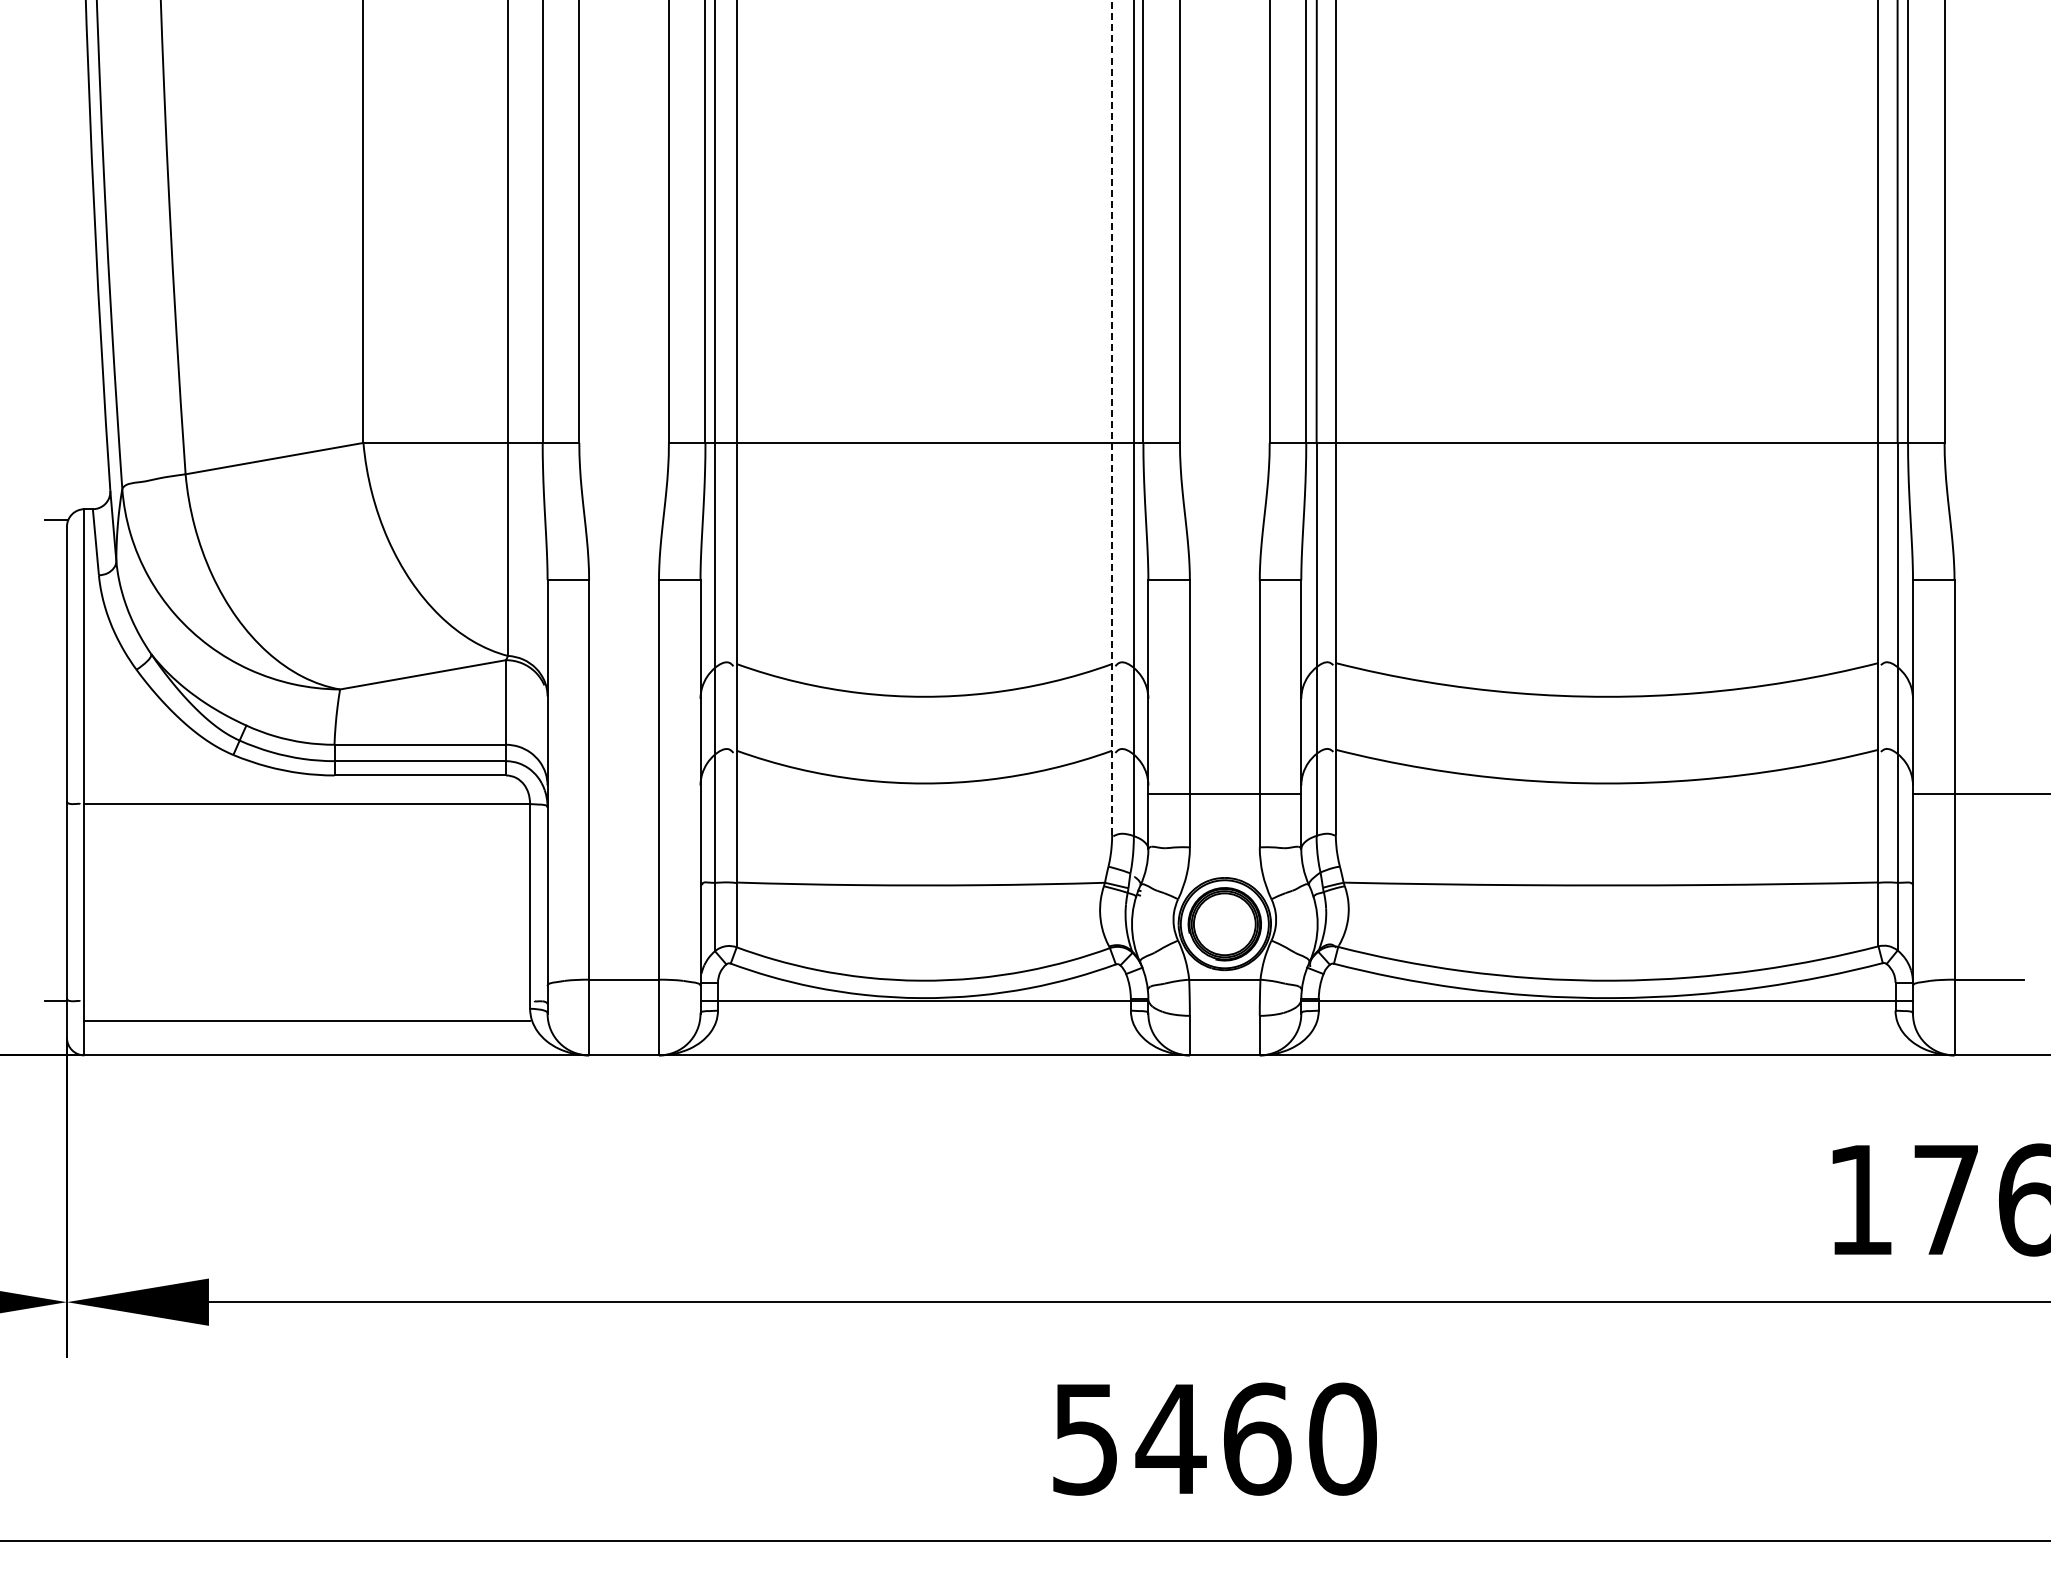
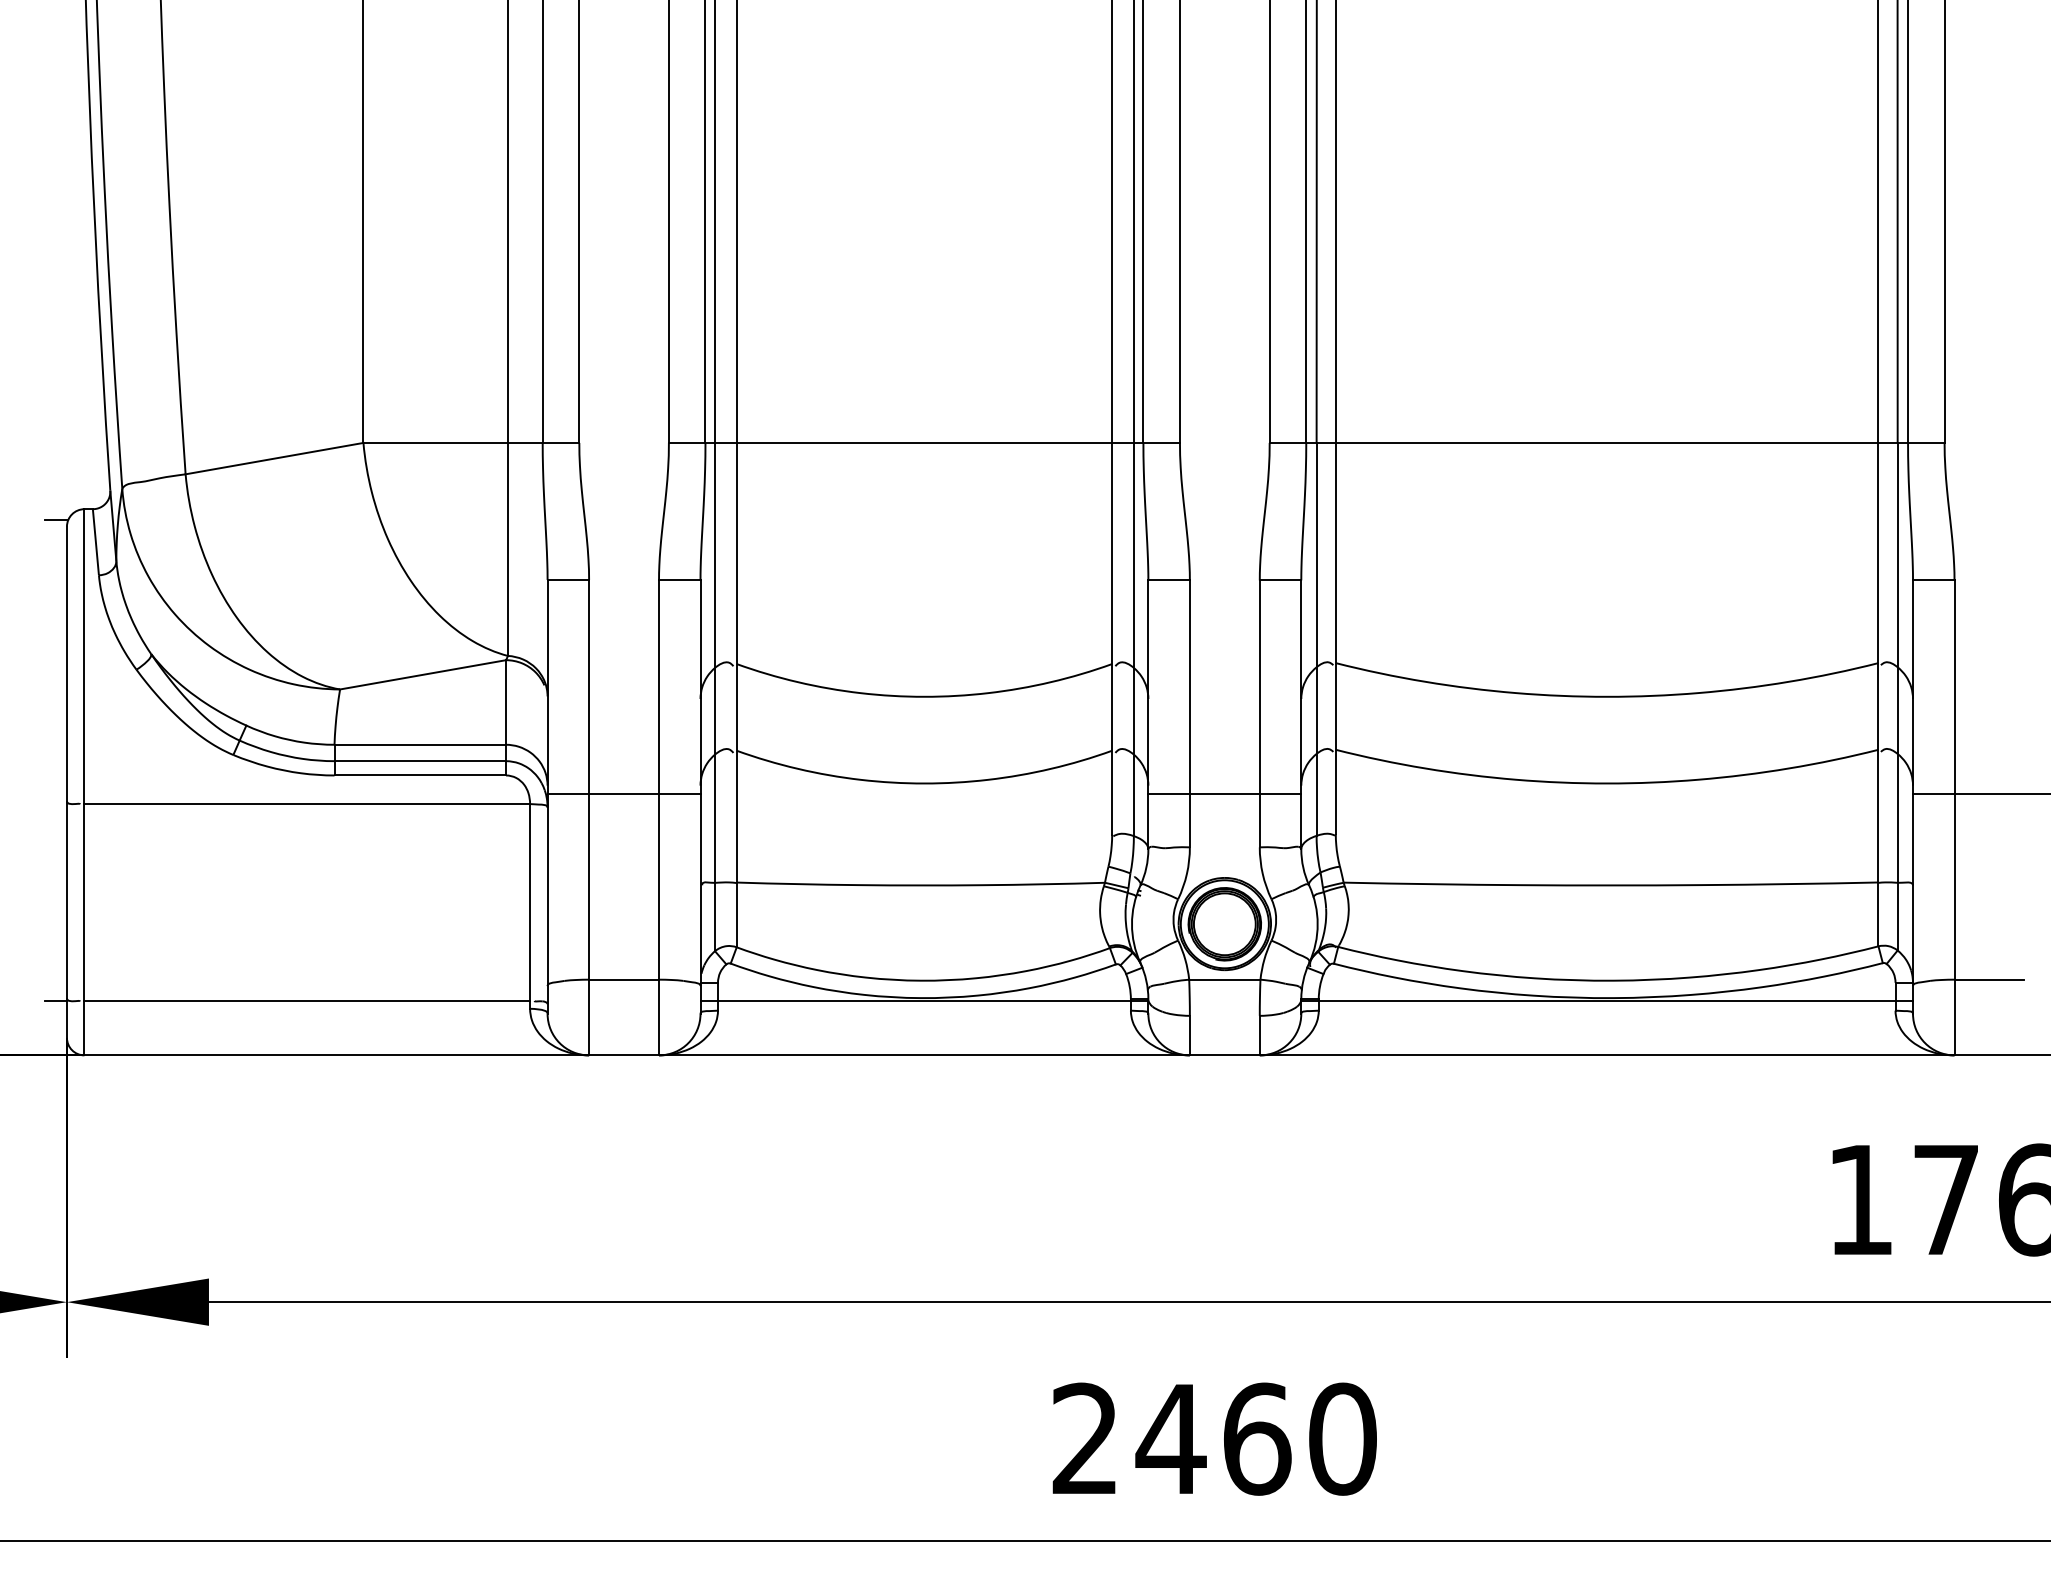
line at (1112, 416): dashed -> solid
line at (623, 793): none -> present
line at (307, 1021) position: (307, 1021) -> (307, 1001)
text at (1084, 1438): 5460 -> 2460
